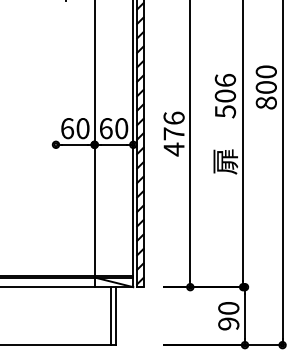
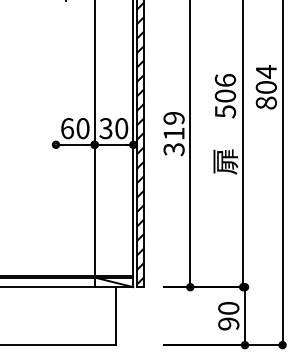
text at (265, 72): 800 -> 804
text at (105, 128): 60 -> 30
text at (173, 133): 476 -> 319
line at (110, 316): present -> none
